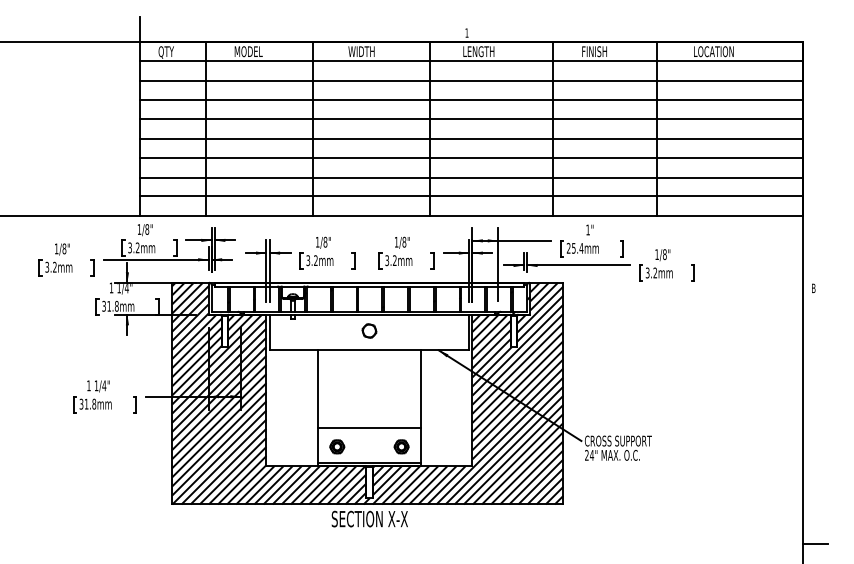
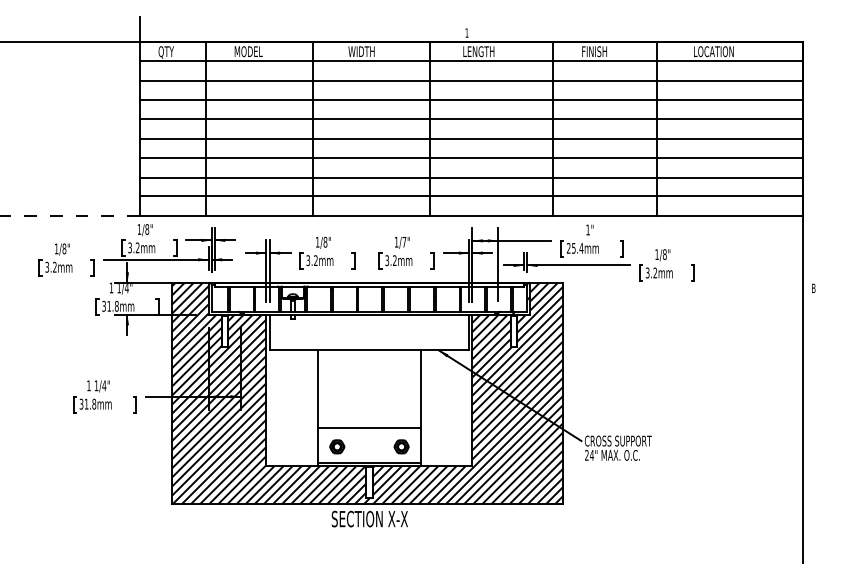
line at (69, 216): solid -> dashed
text at (404, 241): 1/8" -> 1/7"
part at (369, 330): present -> none
line at (815, 544): present -> none
